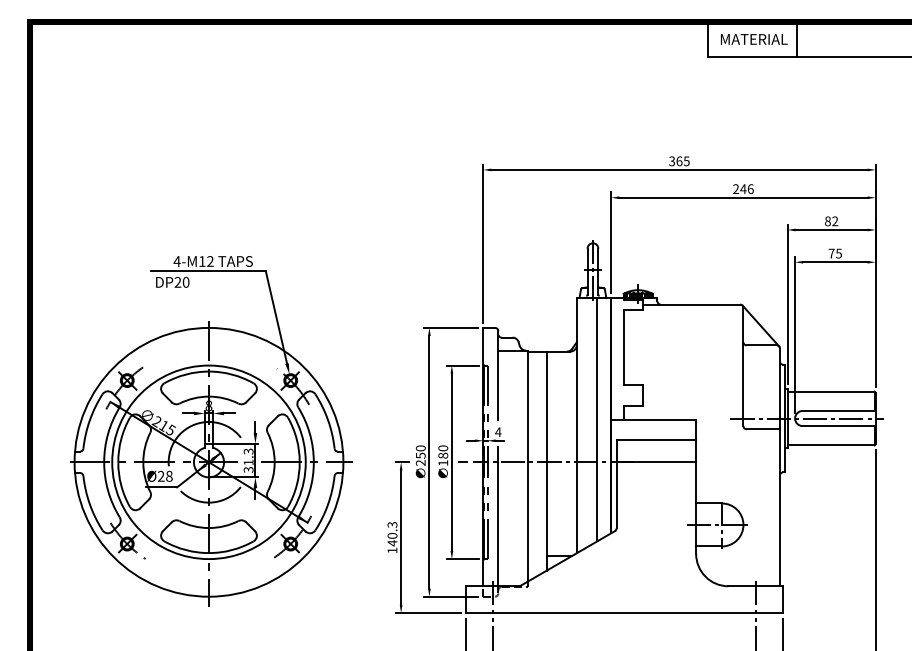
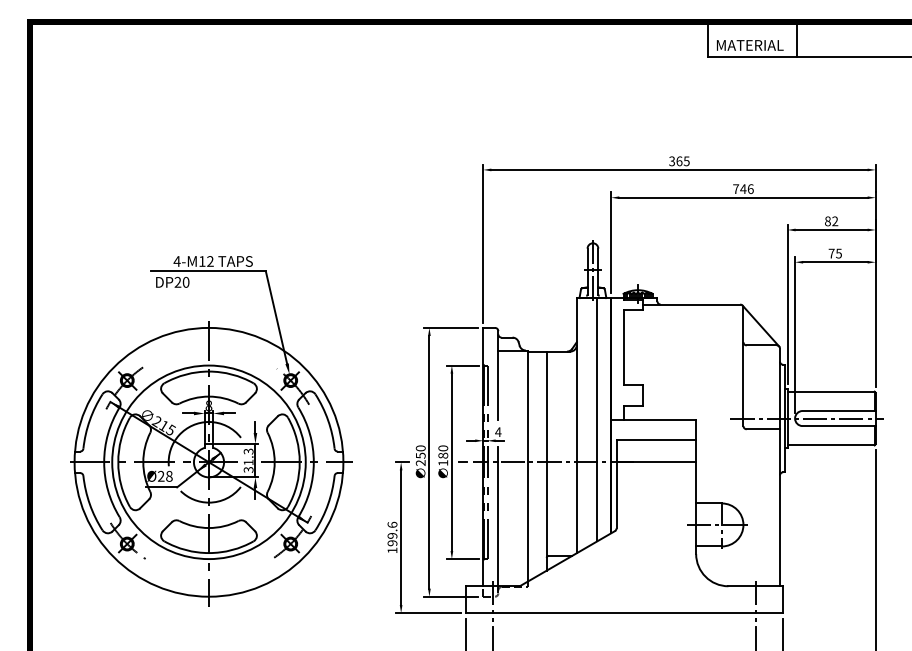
text at (754, 39) position: (754, 39) -> (750, 45)
text at (736, 188): 246 -> 746
text at (392, 533): 140.3 -> 199.6
